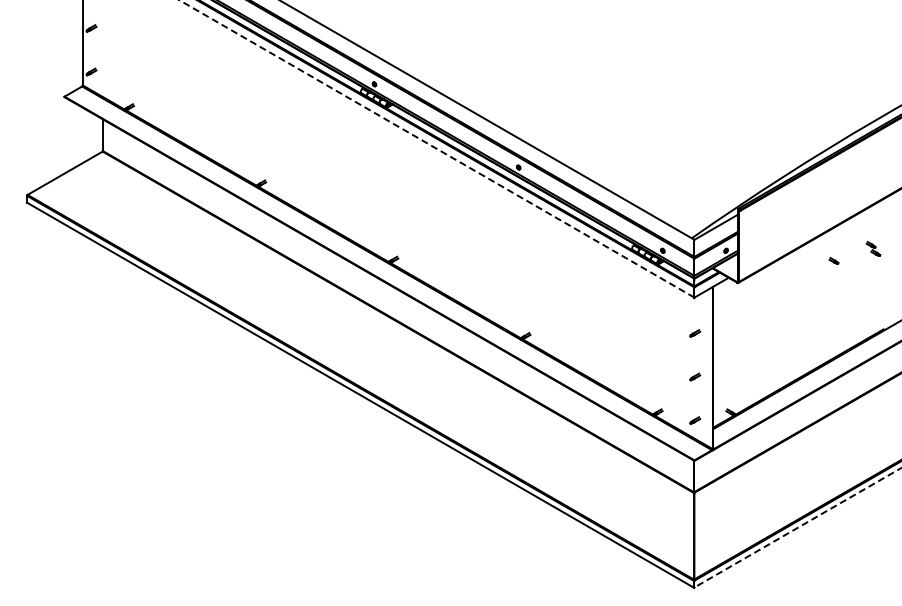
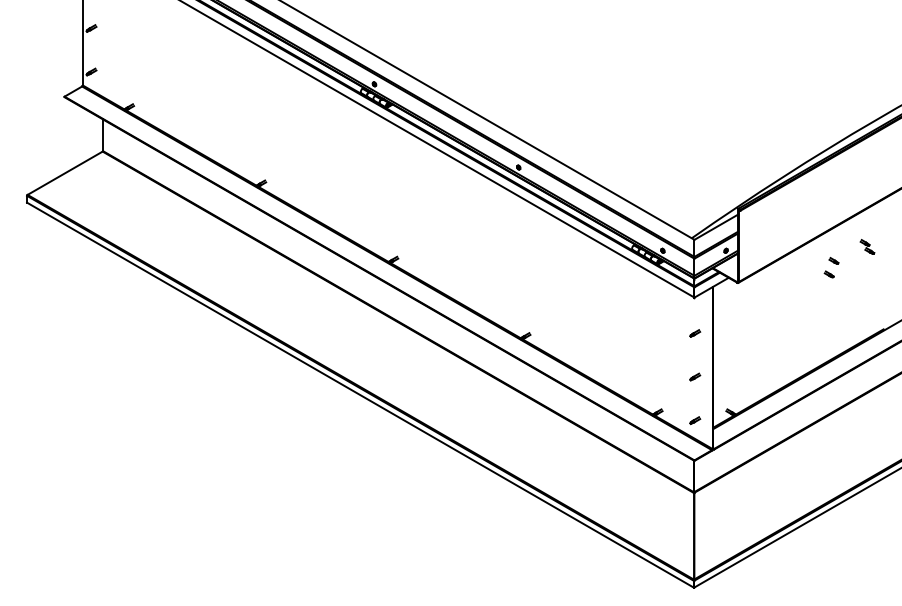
line at (436, 148): dashed -> solid
part at (873, 248) position: (873, 248) -> (867, 246)
part at (828, 274): none -> present
line at (797, 528): dashed -> solid
